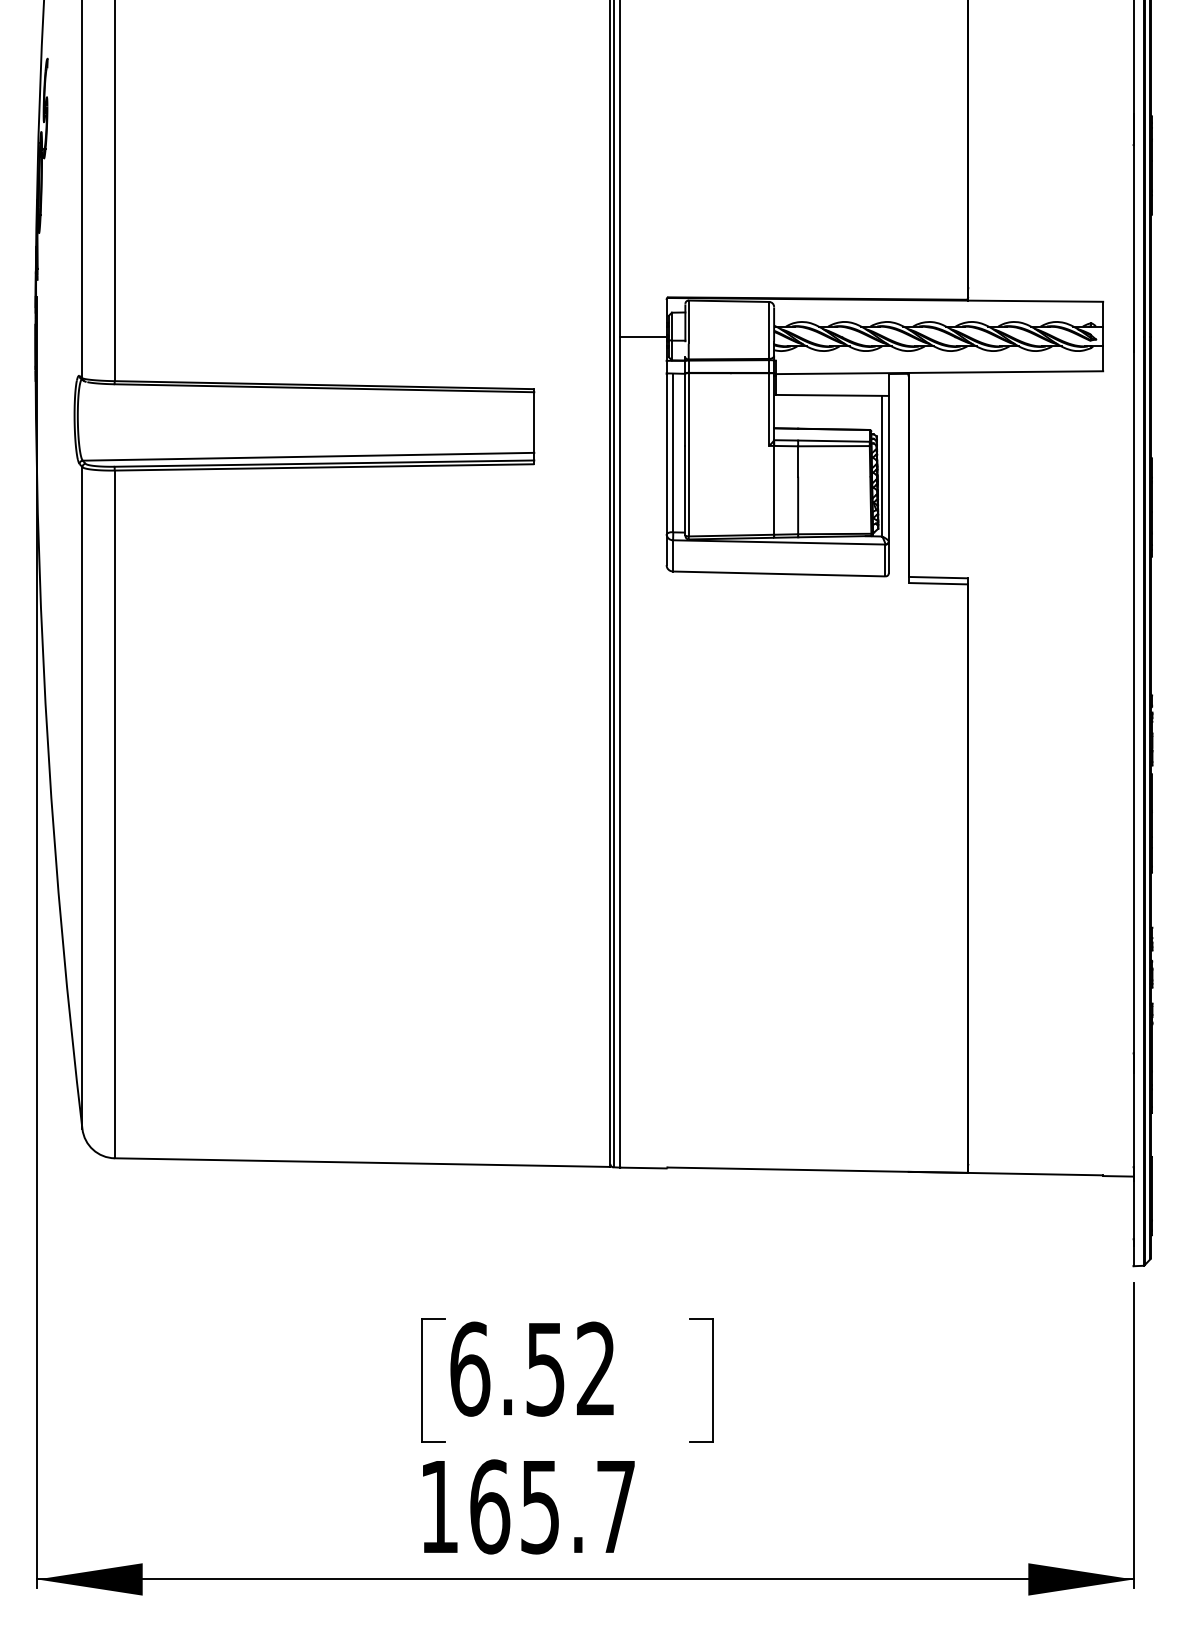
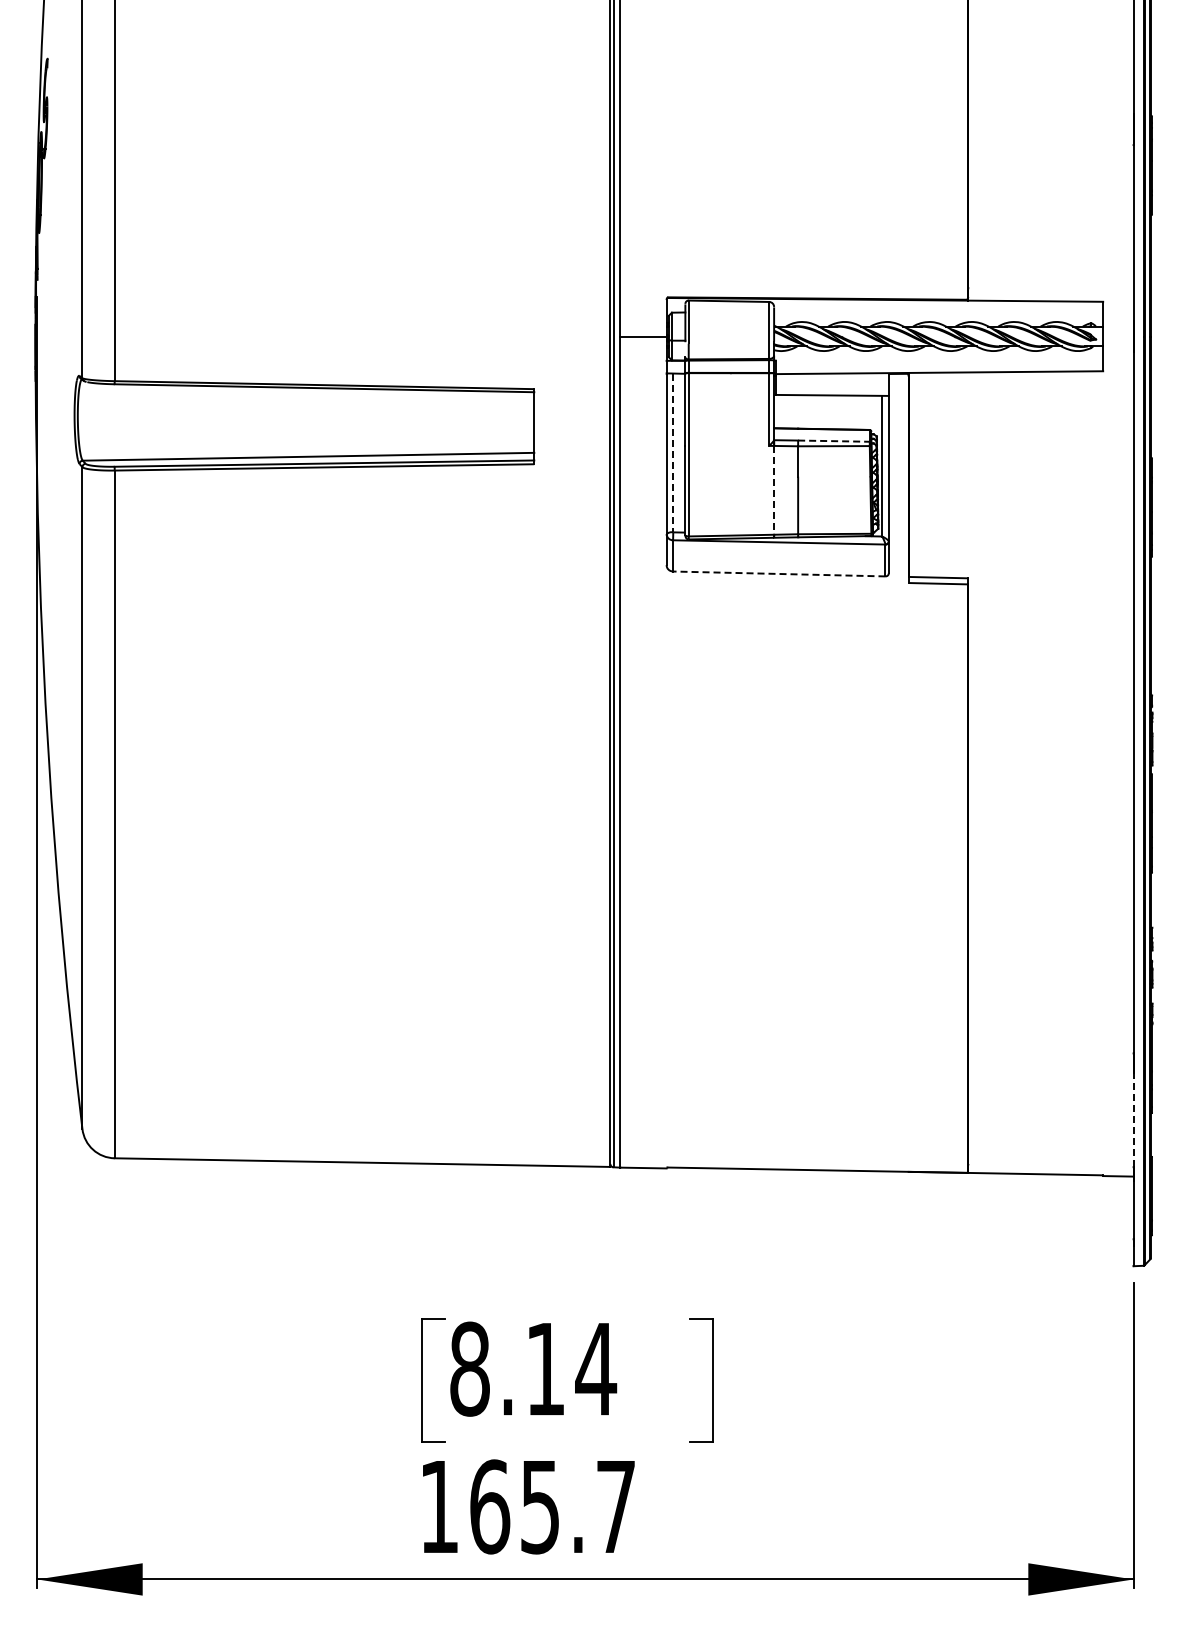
line at (833, 441): solid -> dashed
line at (673, 453): solid -> dashed
line at (774, 490): solid -> dashed
line at (778, 573): solid -> dashed
line at (1133, 1119): solid -> dashed
text at (533, 1368): 6.52 -> 8.14
